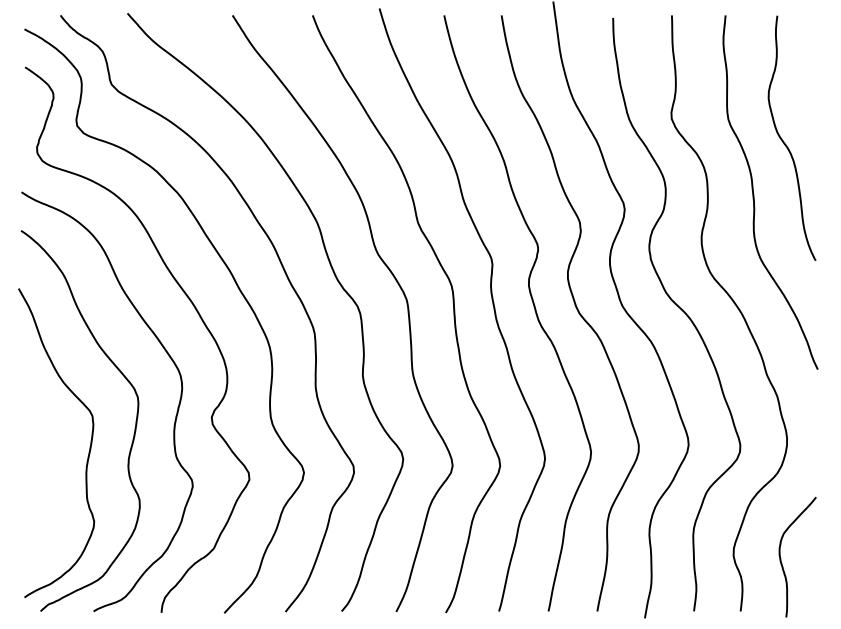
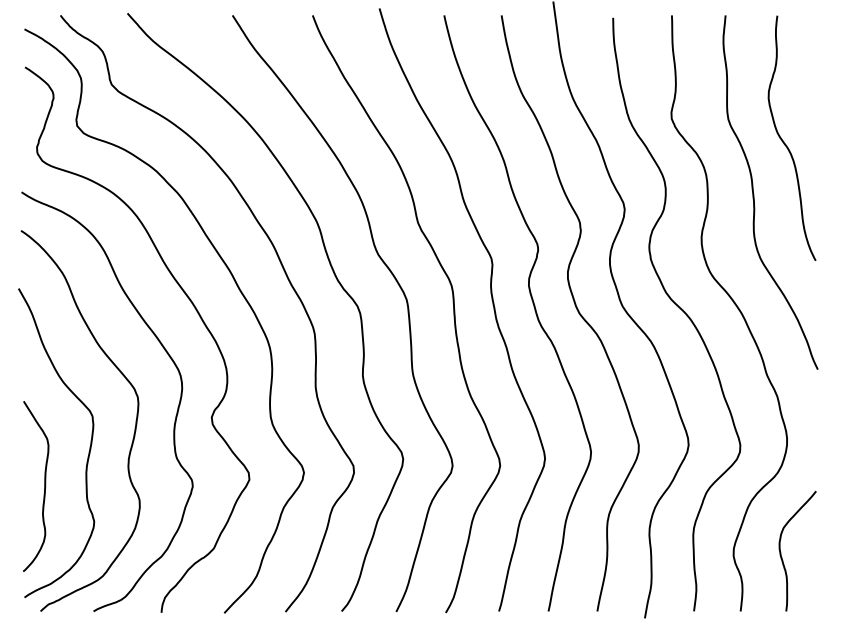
curve at (44, 486): none -> present
curve at (781, 558) position: (781, 558) -> (781, 552)
